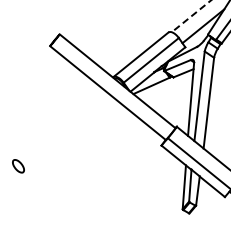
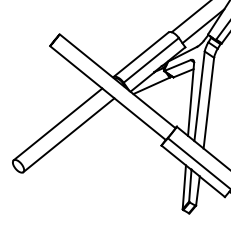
line at (191, 16): dashed -> solid
line at (57, 124): none -> present
line at (68, 135): none -> present
